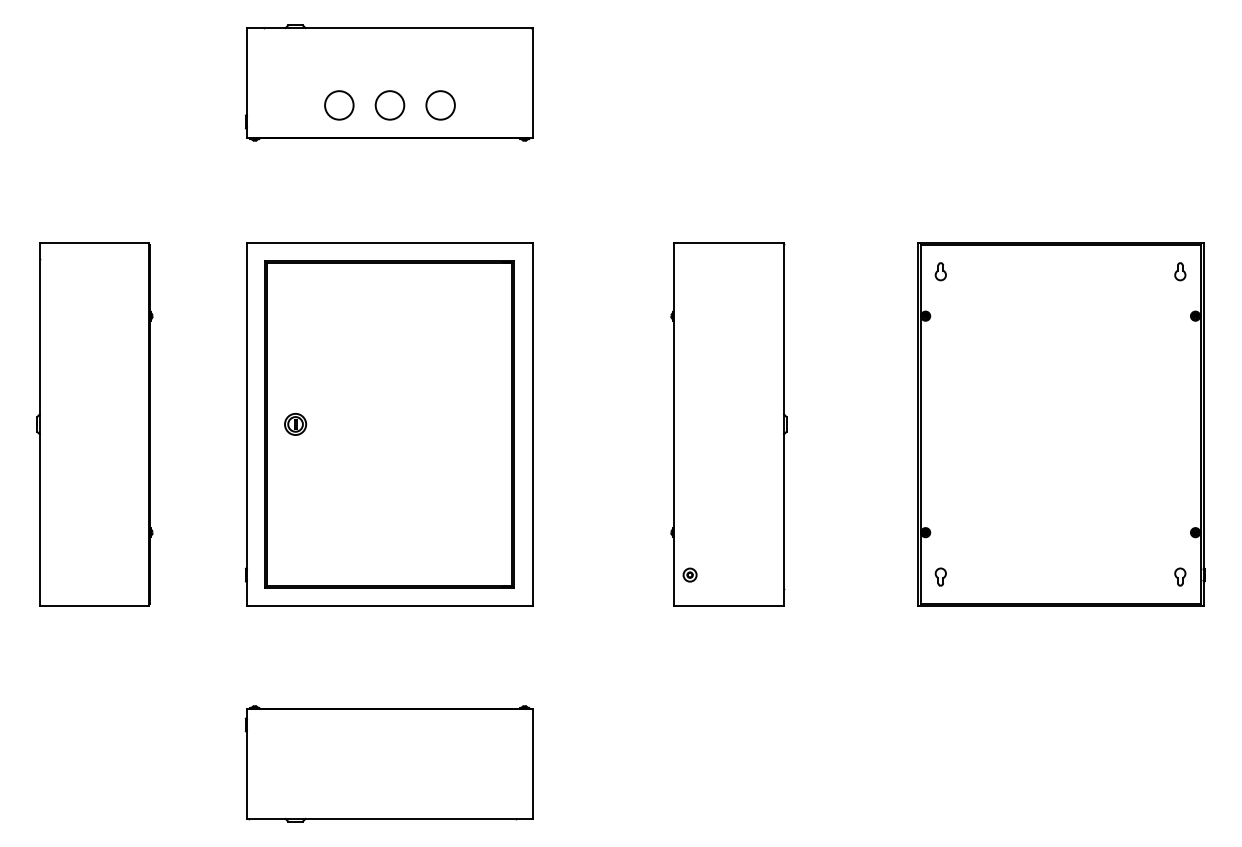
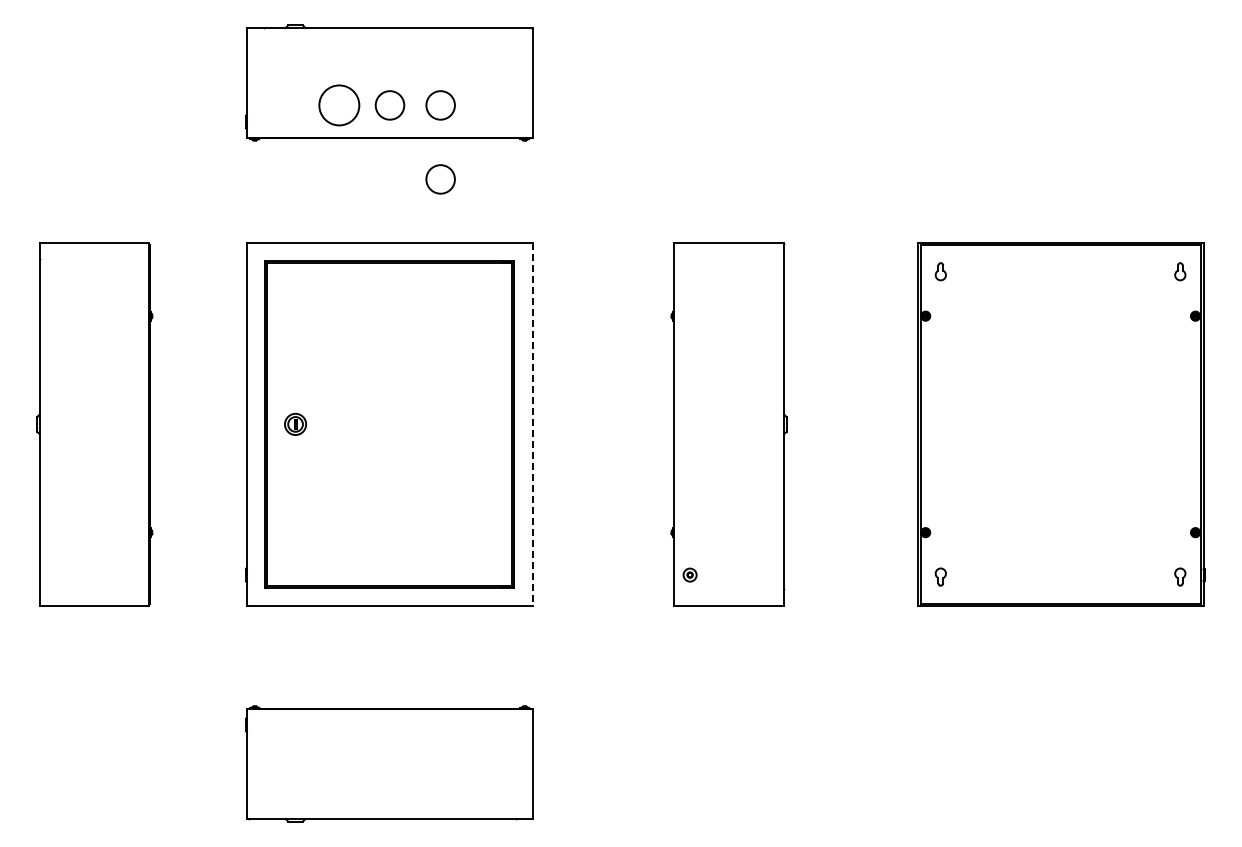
circle at (339, 105) diameter: 29 px -> 40 px
circle at (440, 179): none -> present
line at (532, 425): solid -> dashed
